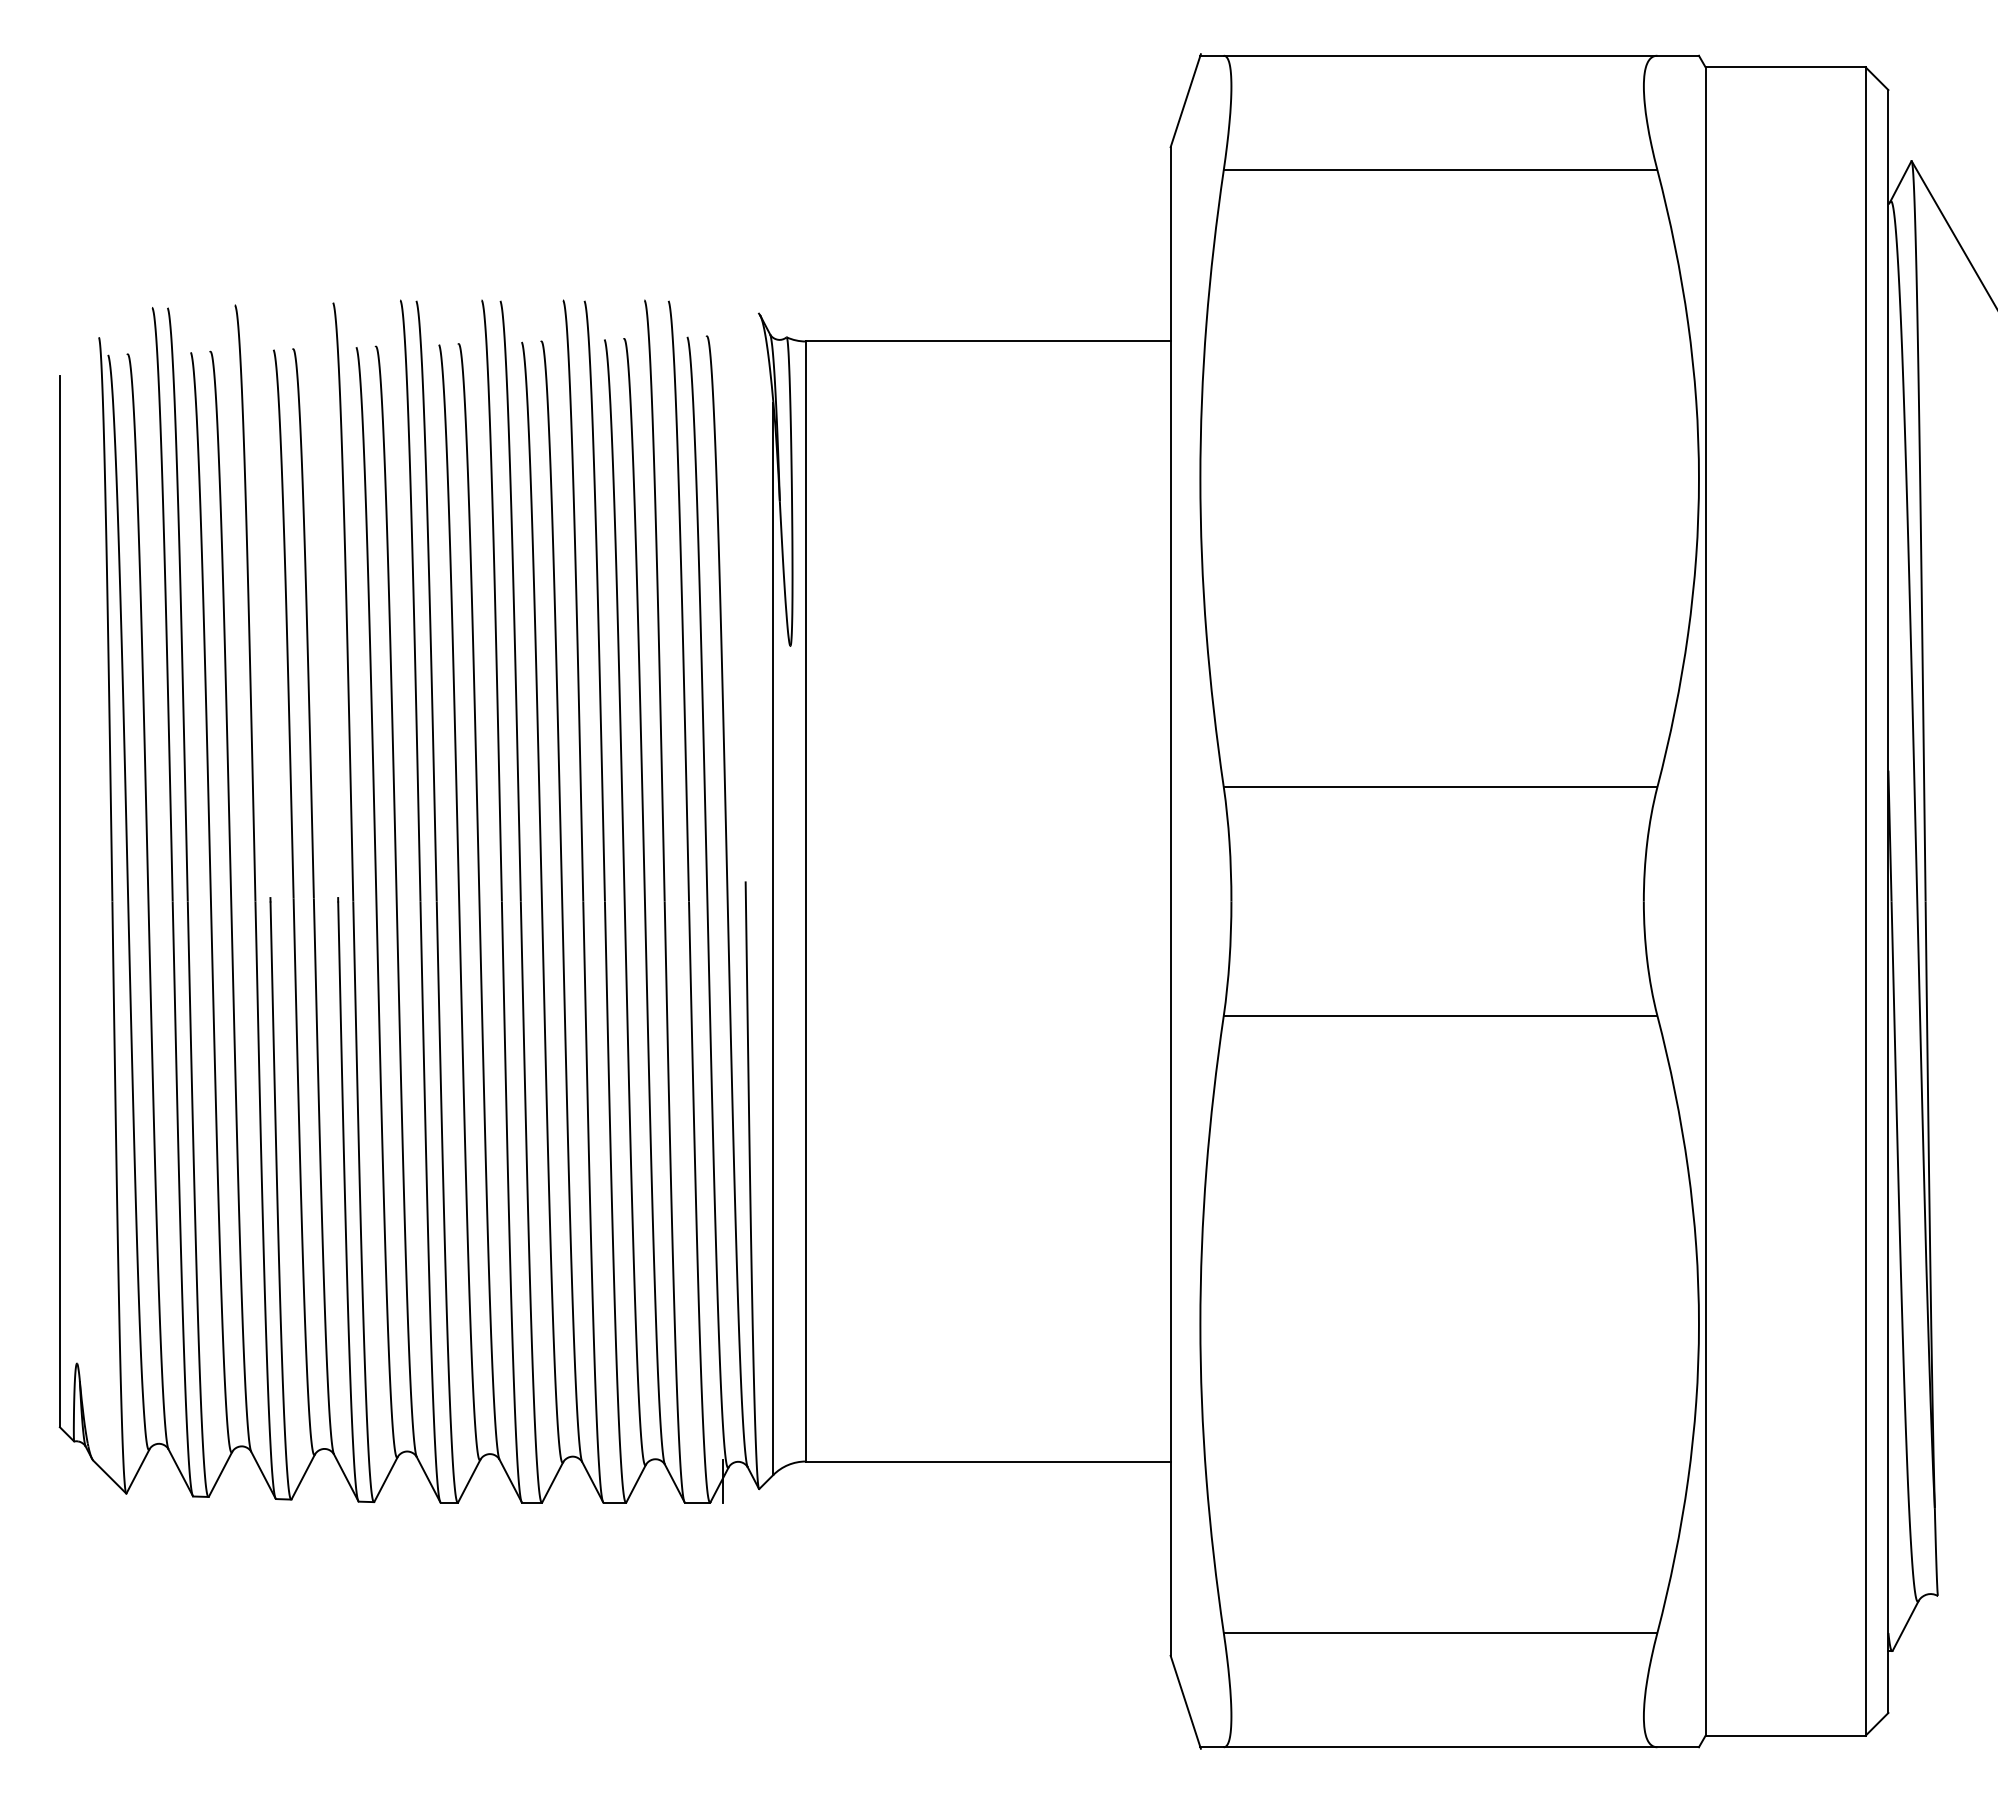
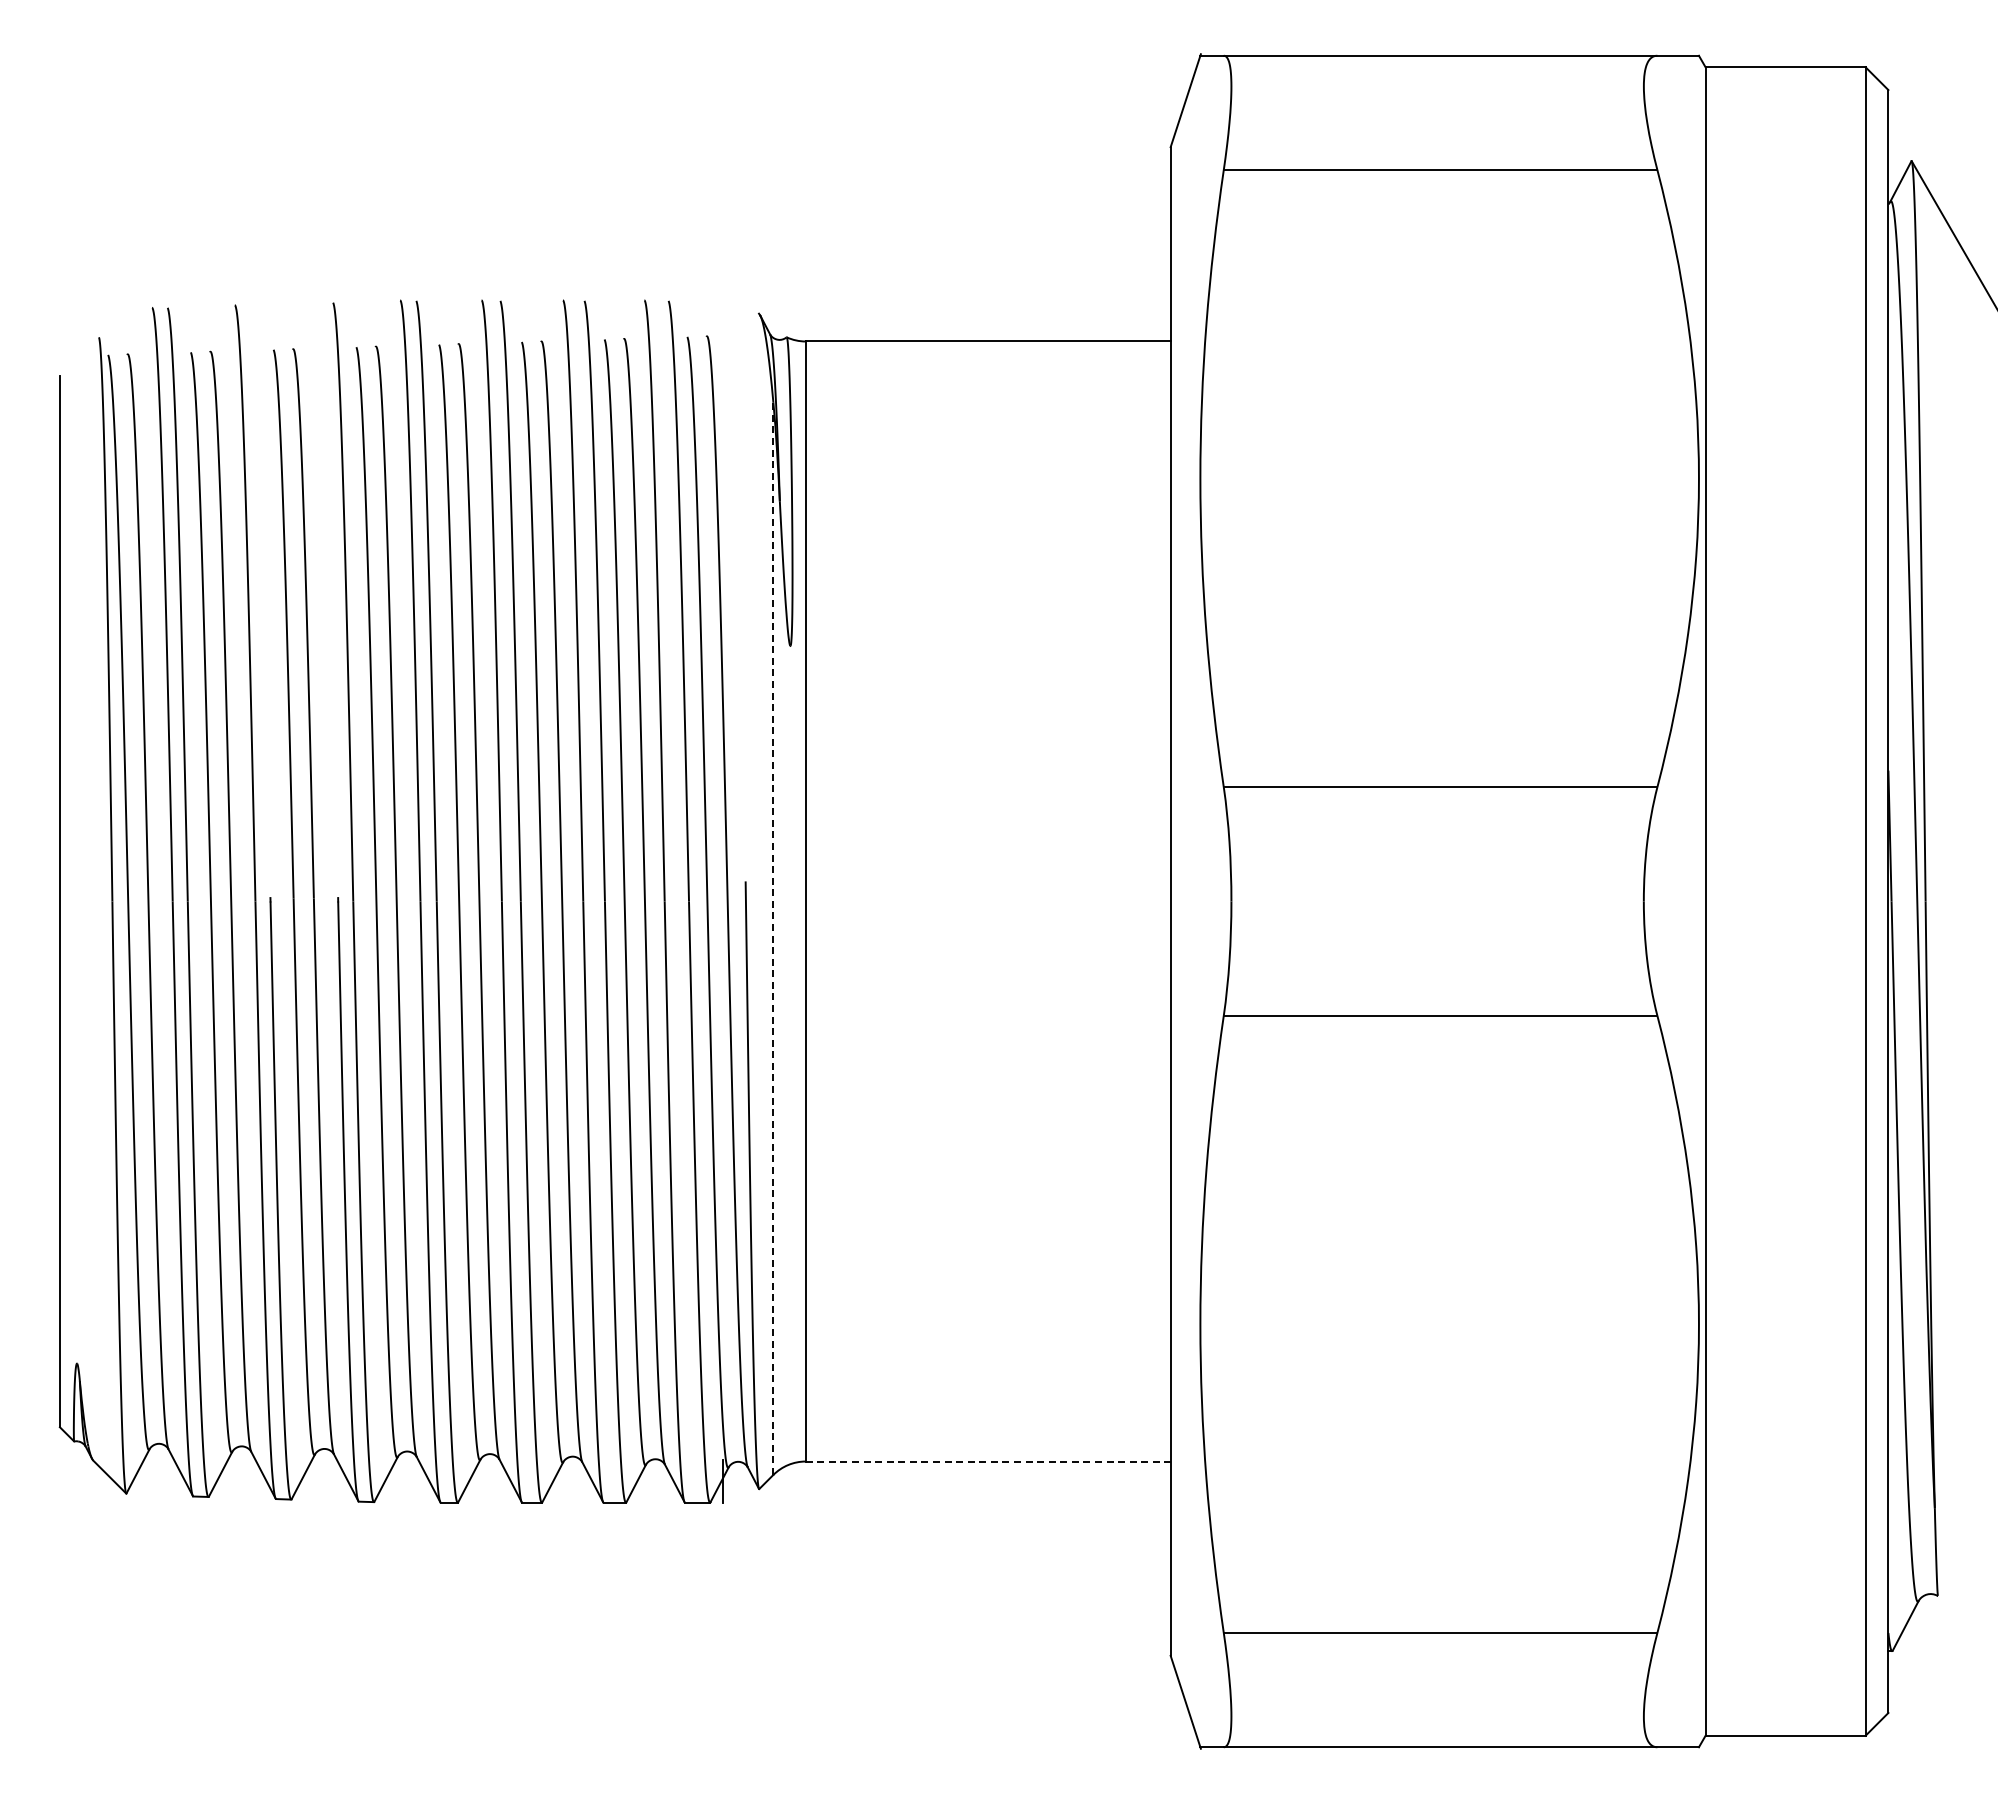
line at (773, 938): solid -> dashed
line at (988, 1461): solid -> dashed
